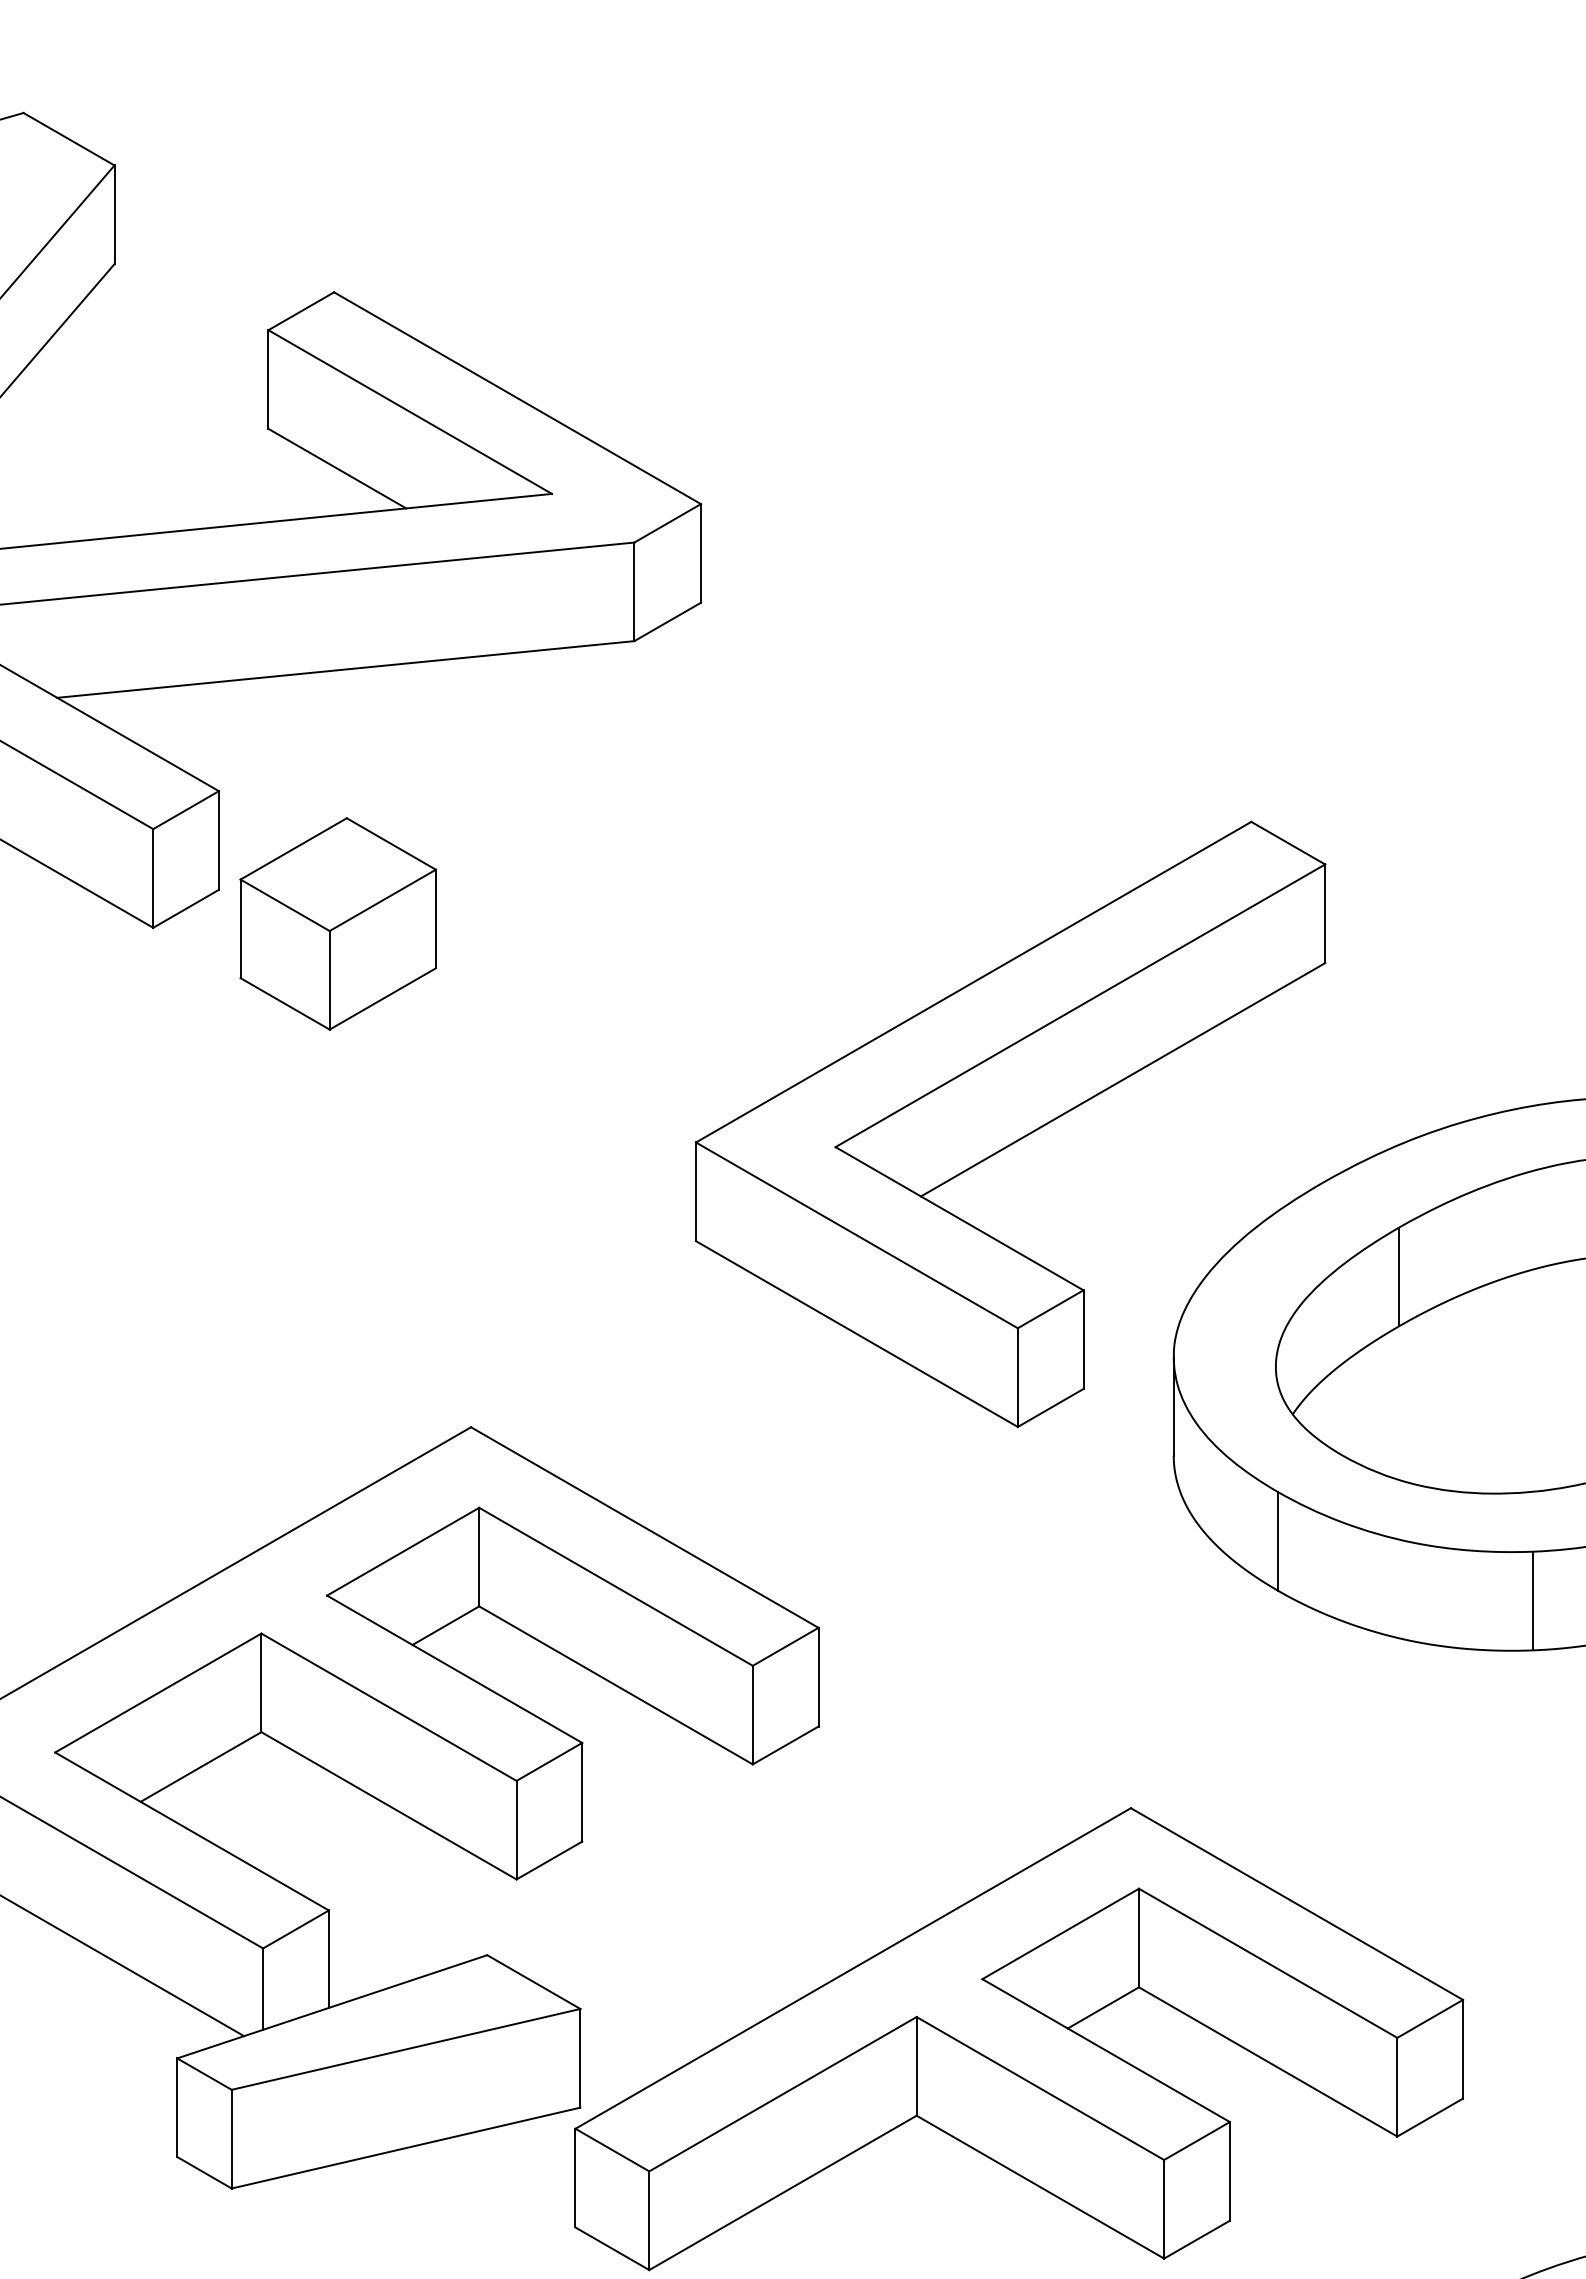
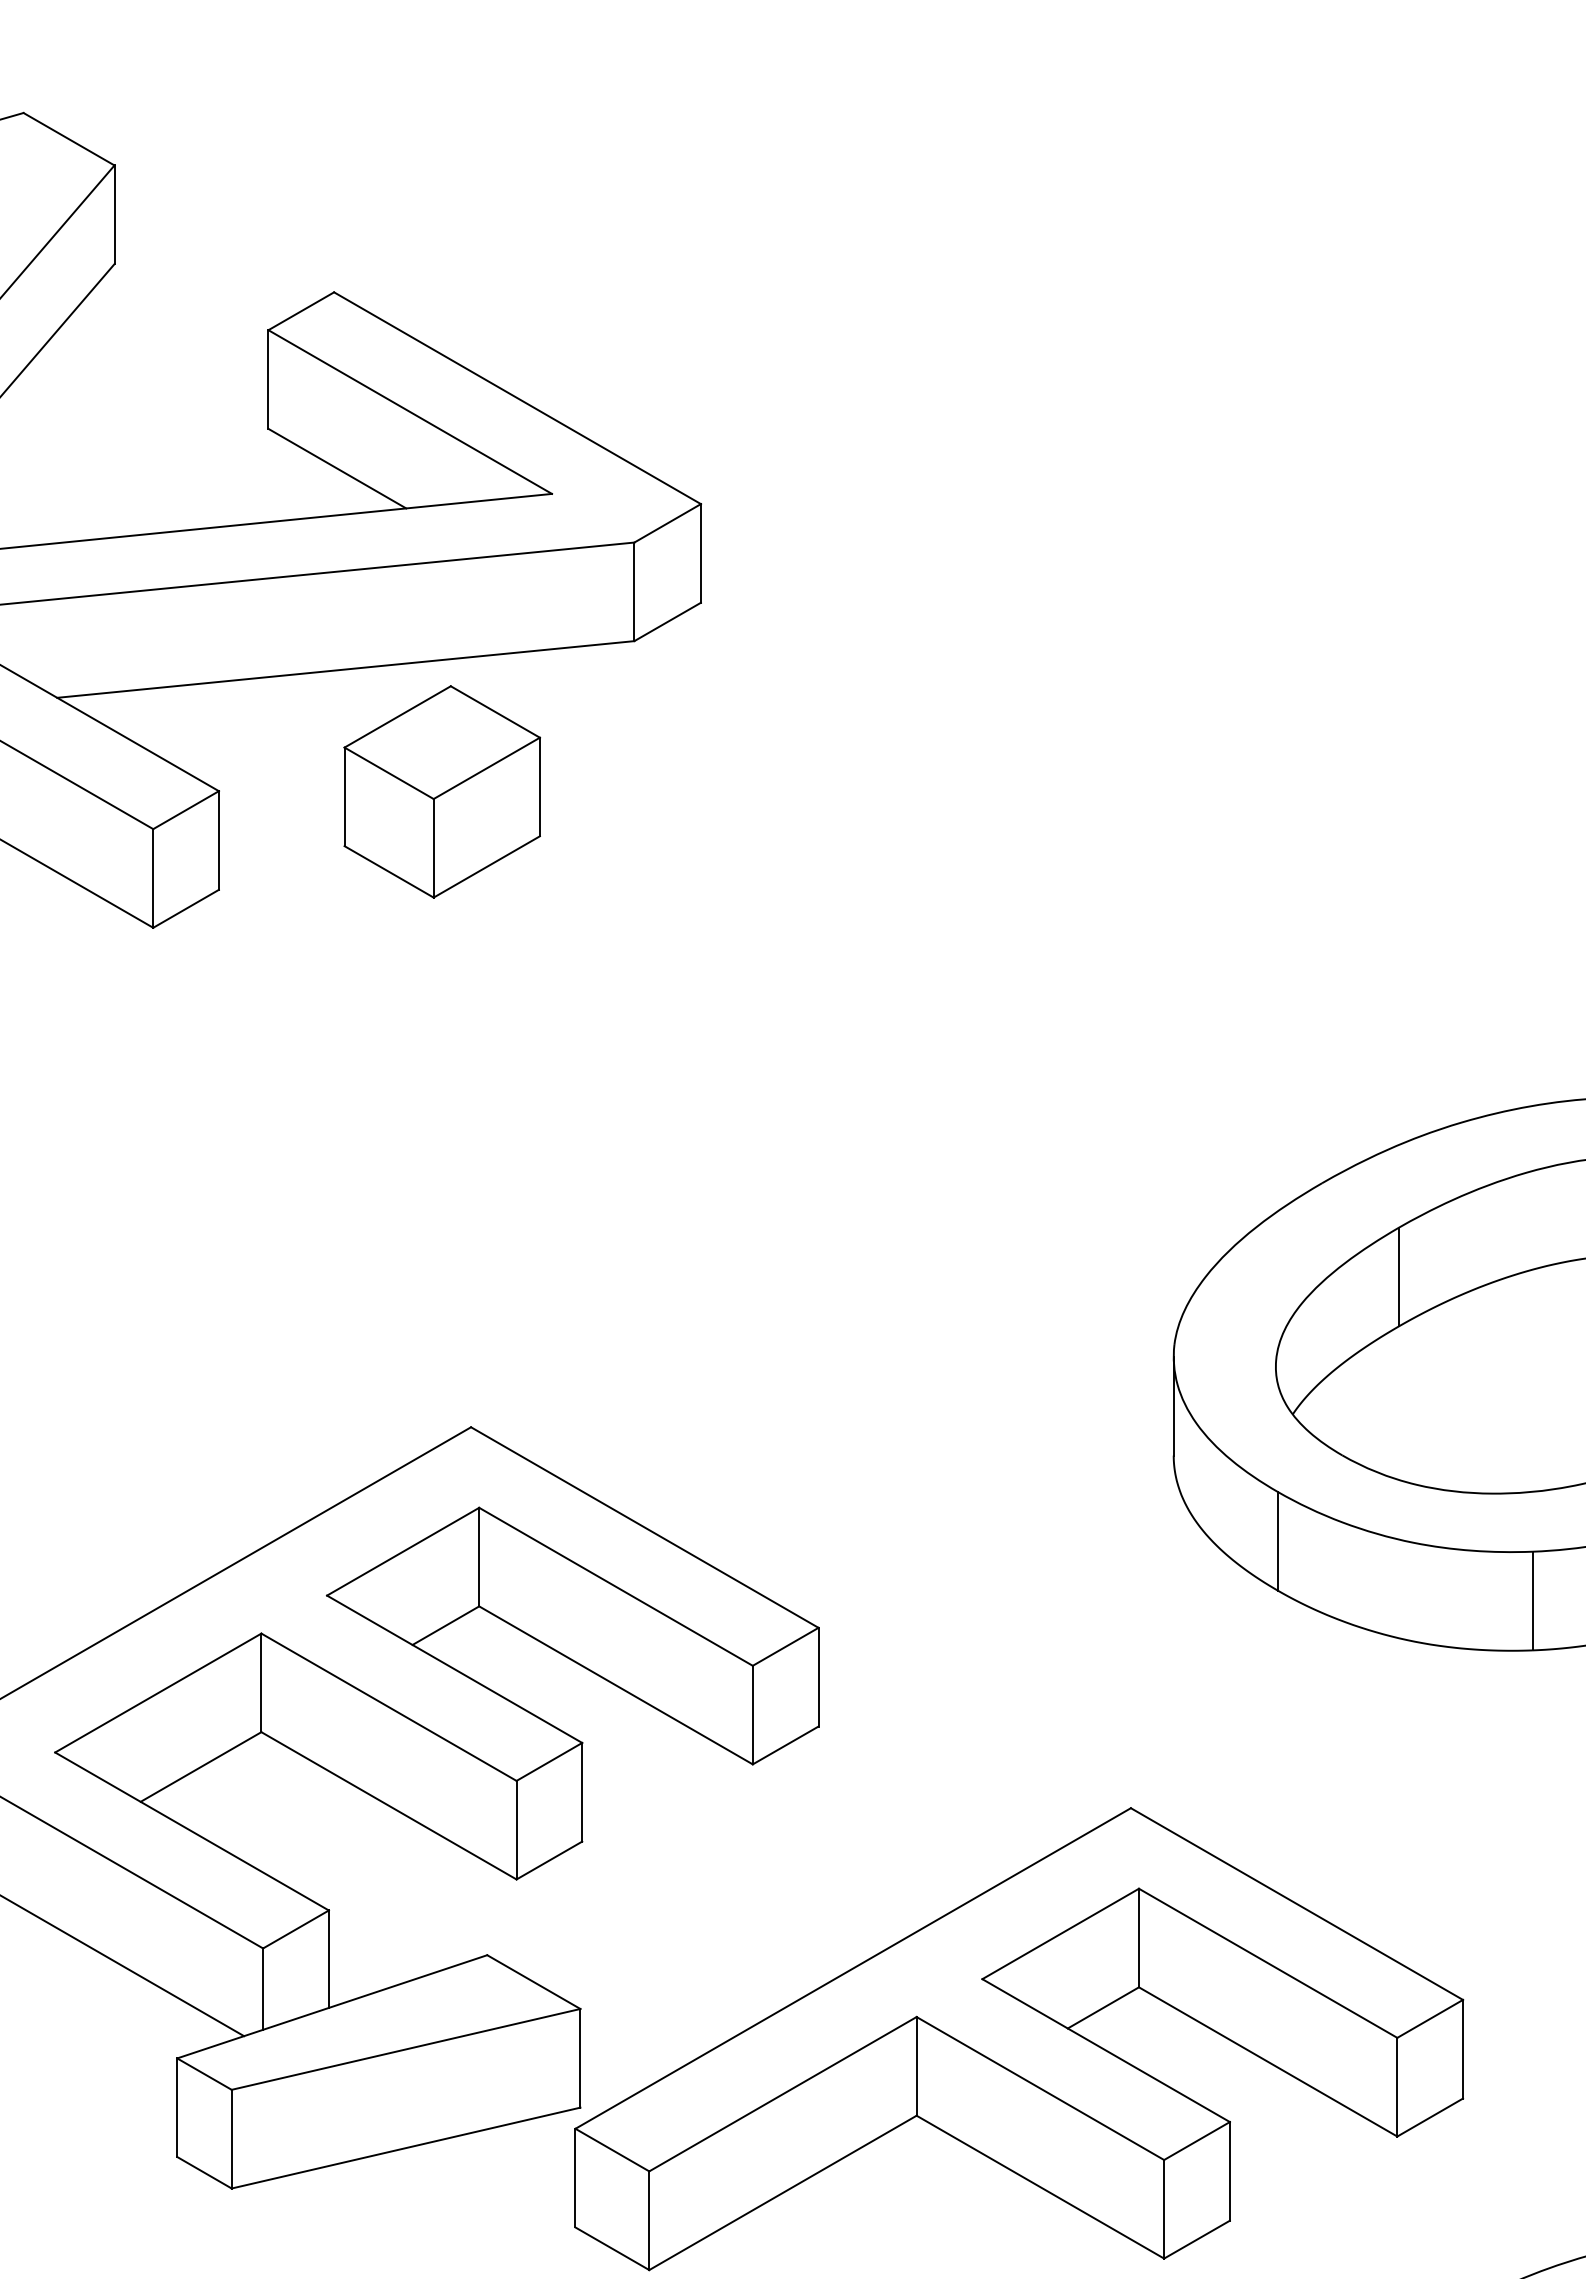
part at (337, 923) position: (337, 923) -> (441, 791)
part at (1010, 1123): present -> none
